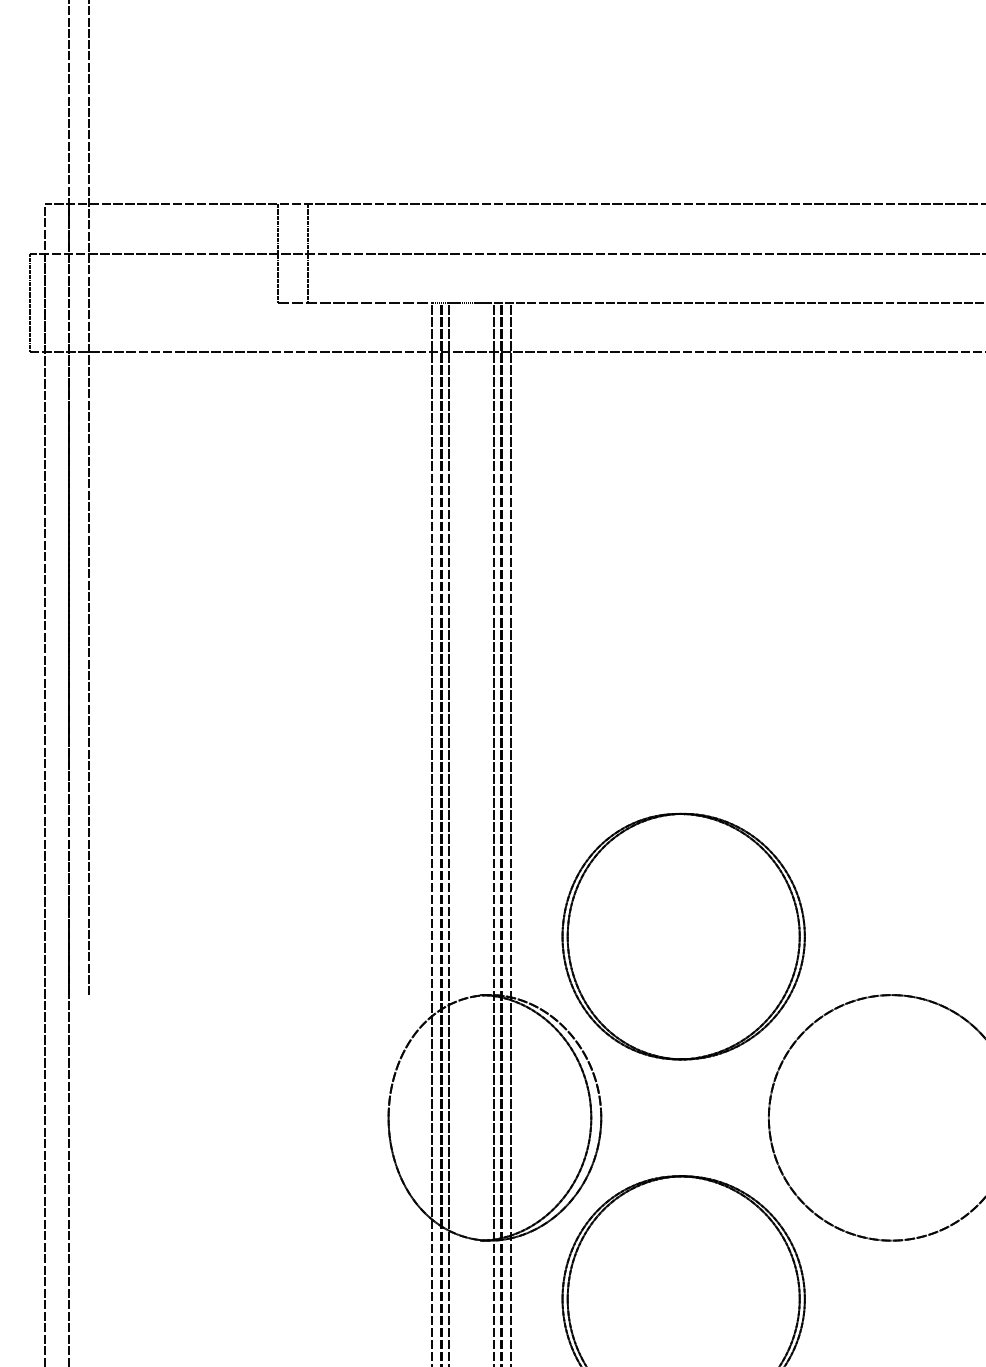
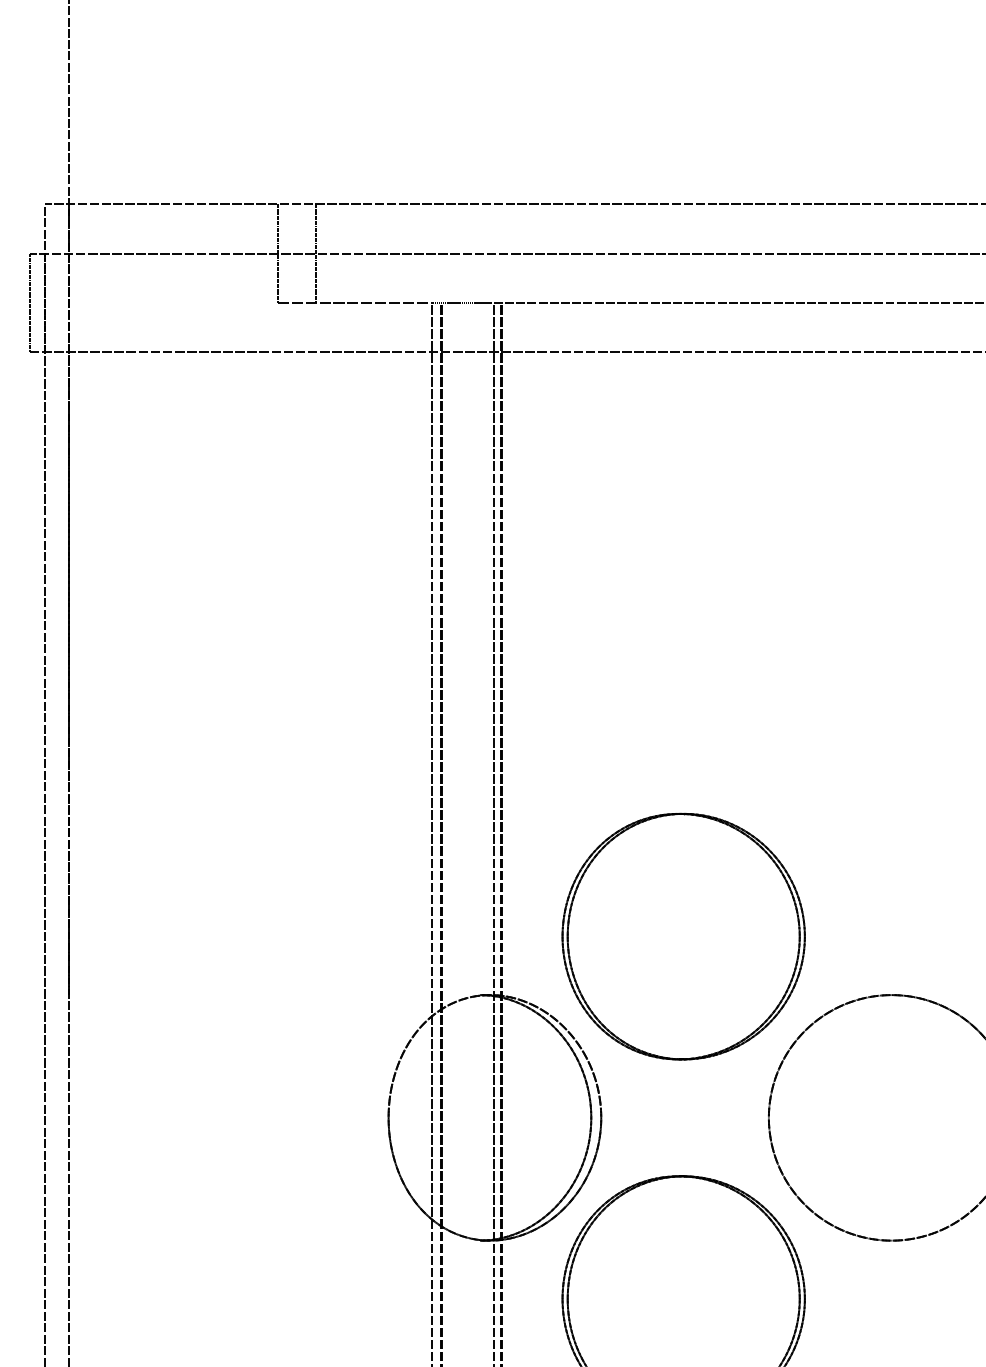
line at (308, 253) position: (308, 253) -> (316, 253)
line at (88, 498): present -> none
line at (449, 832): present -> none
line at (510, 832): present -> none
